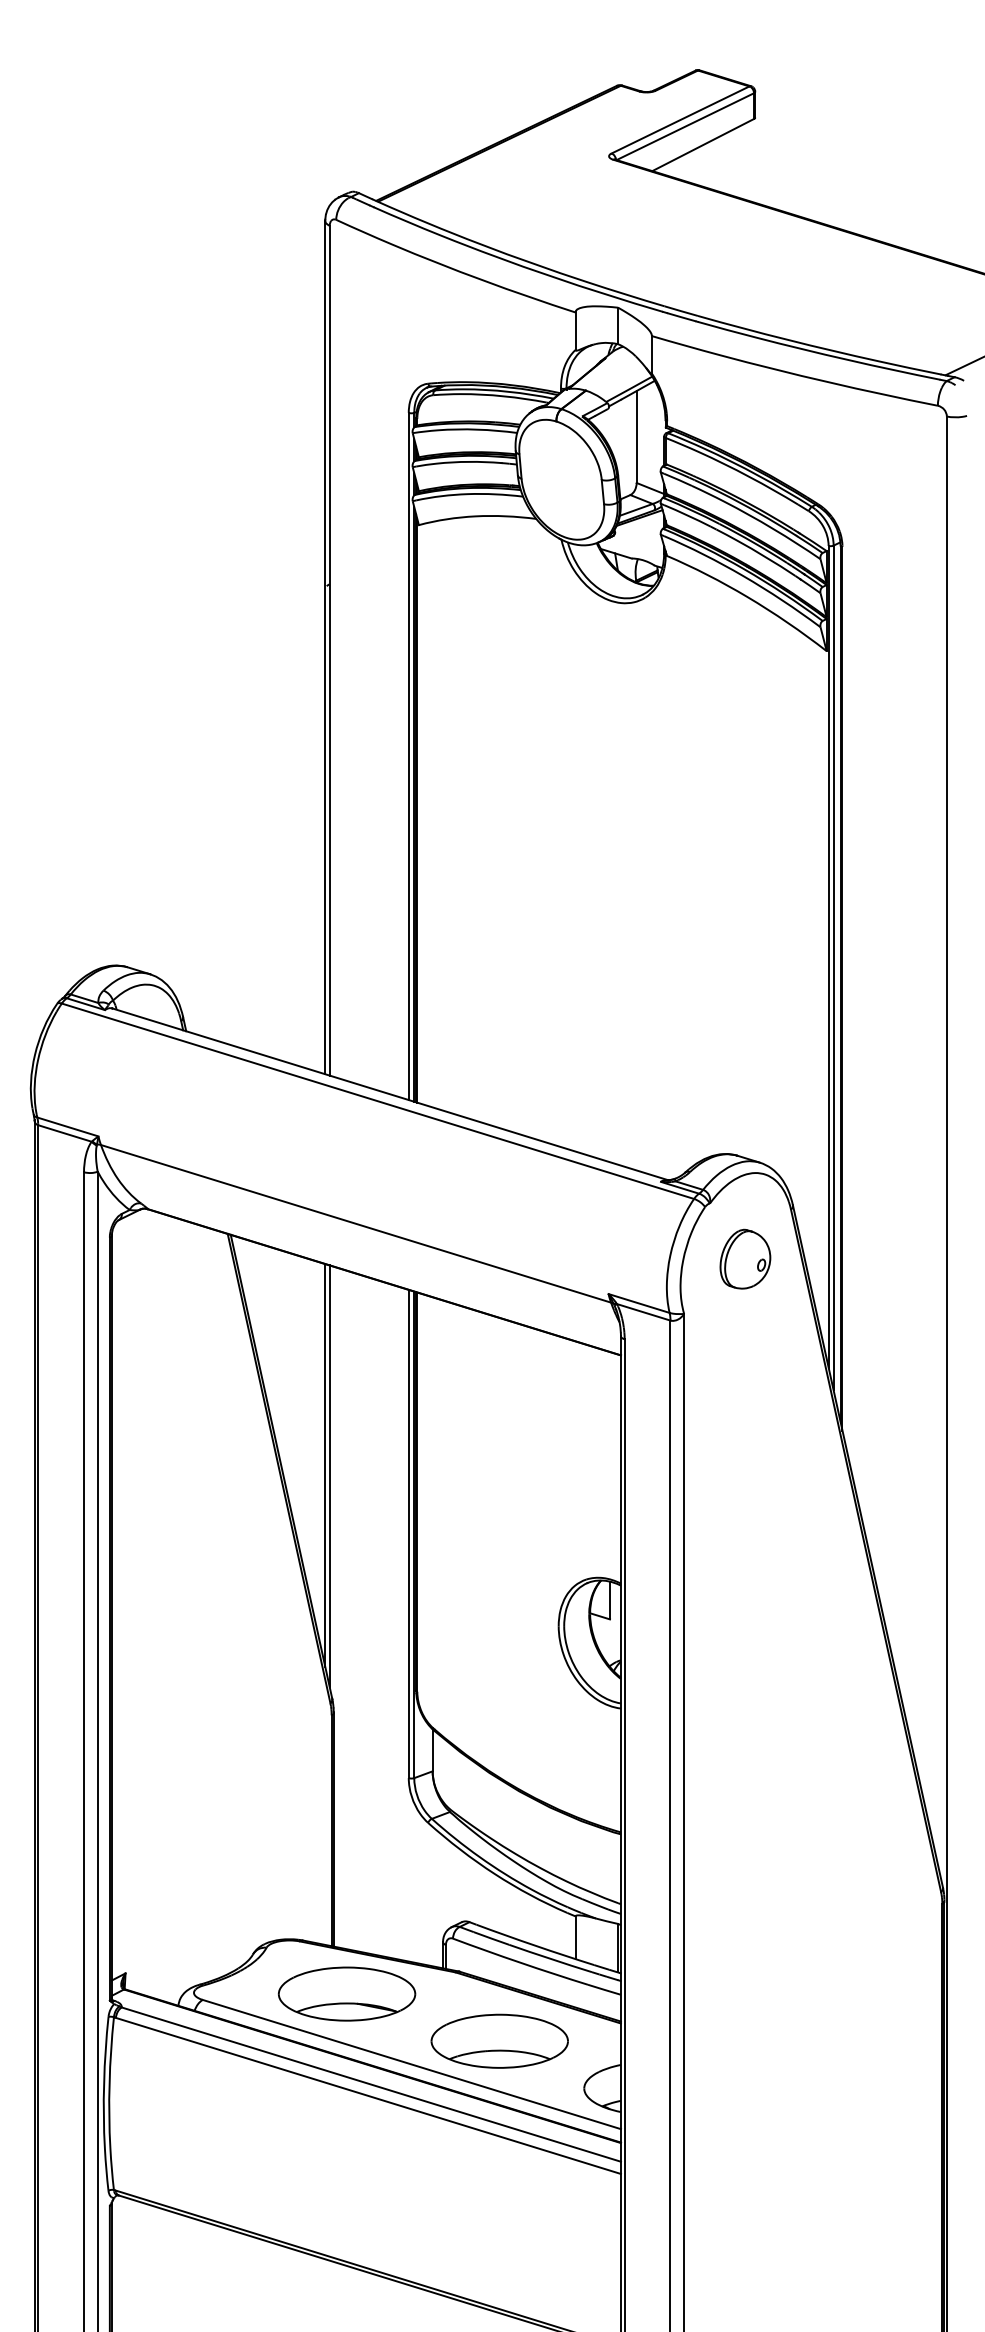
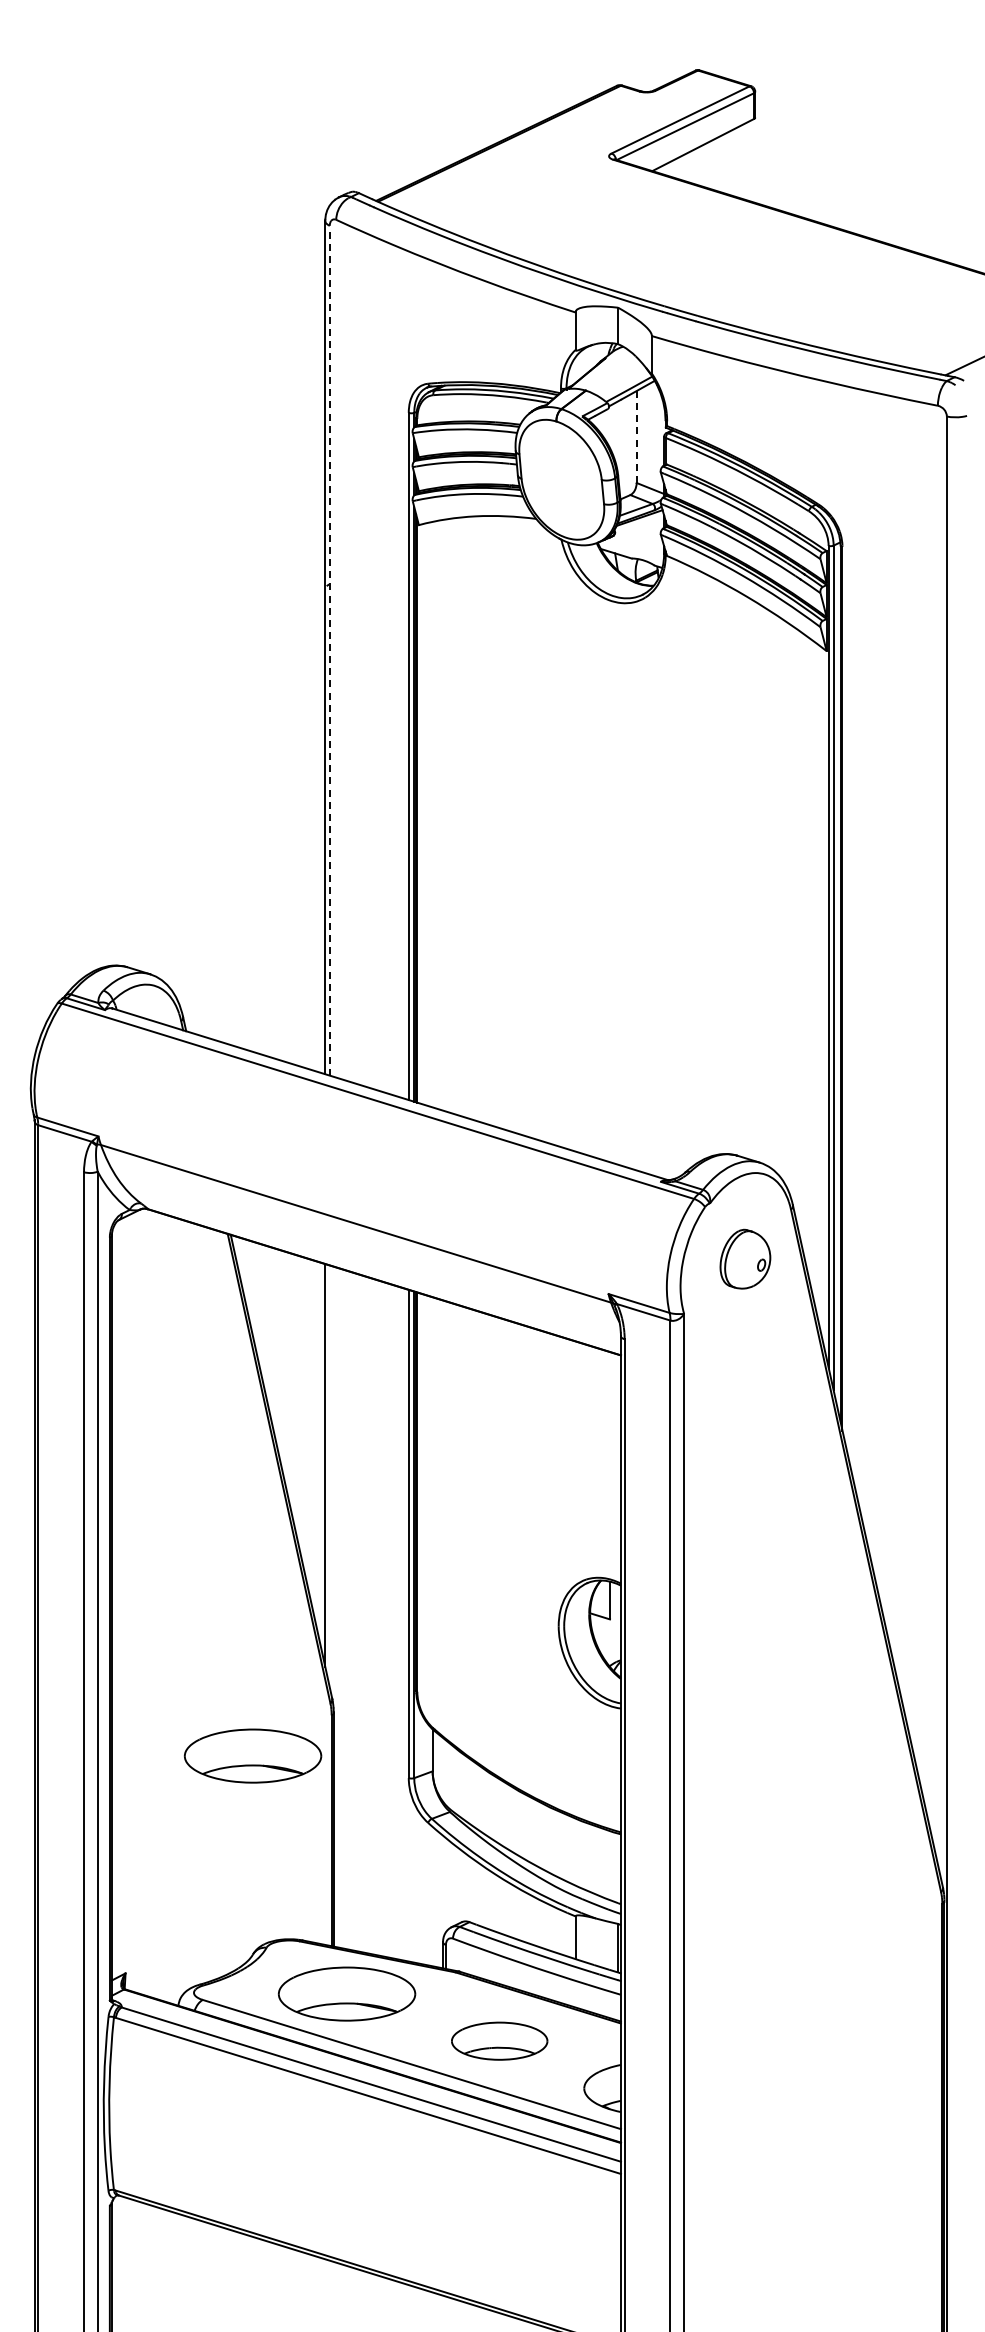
line at (636, 437): solid -> dashed
line at (329, 650): solid -> dashed
line at (329, 1476): present -> none
part at (252, 1755): none -> present
part at (499, 2040) size: 139x56 px -> 98x40 px
